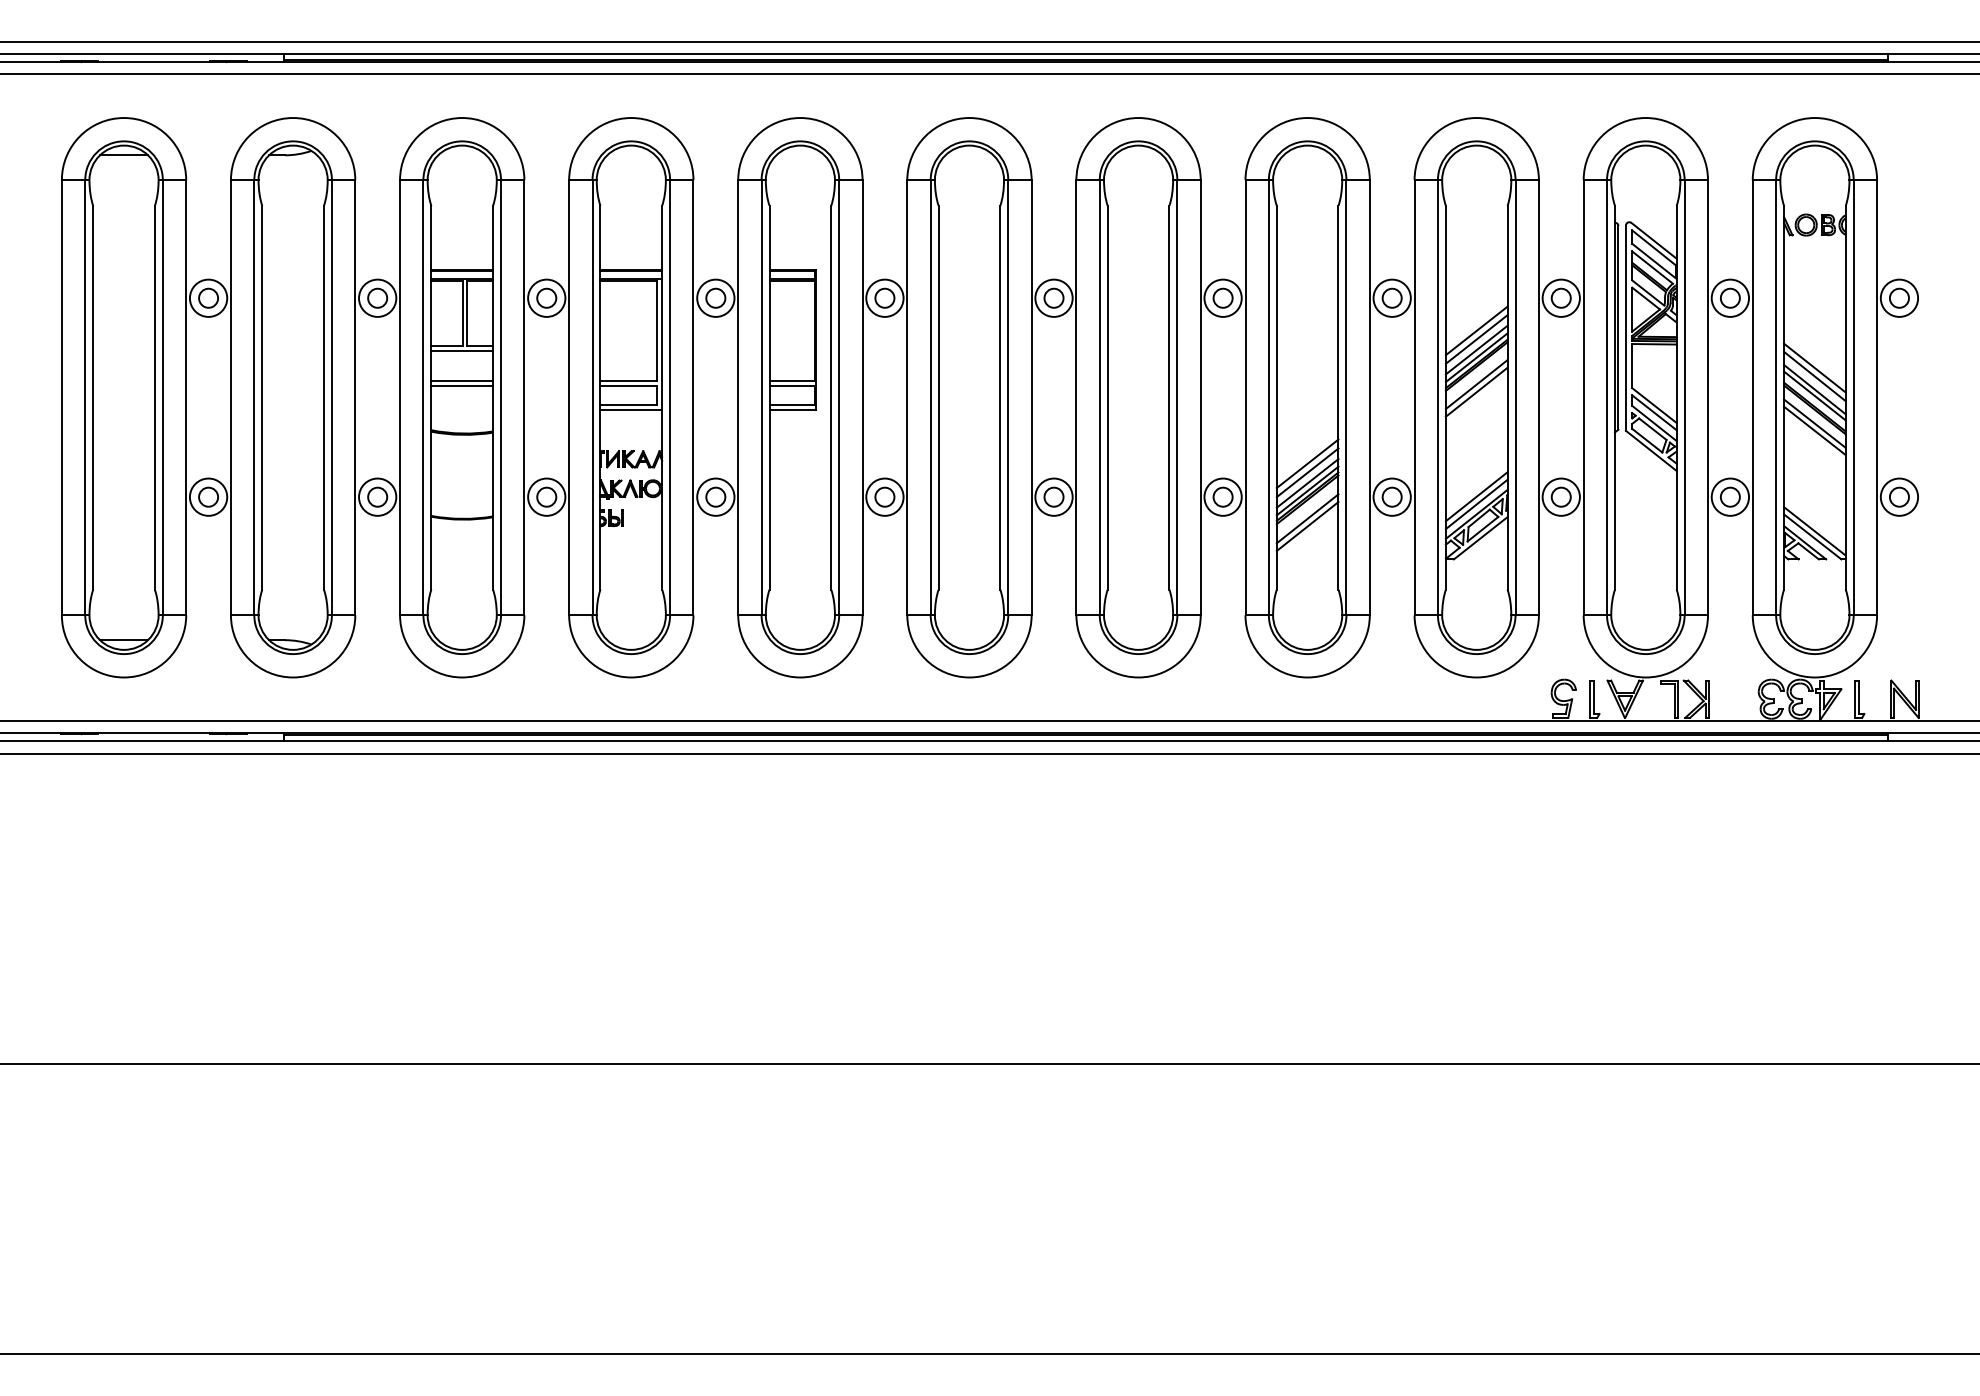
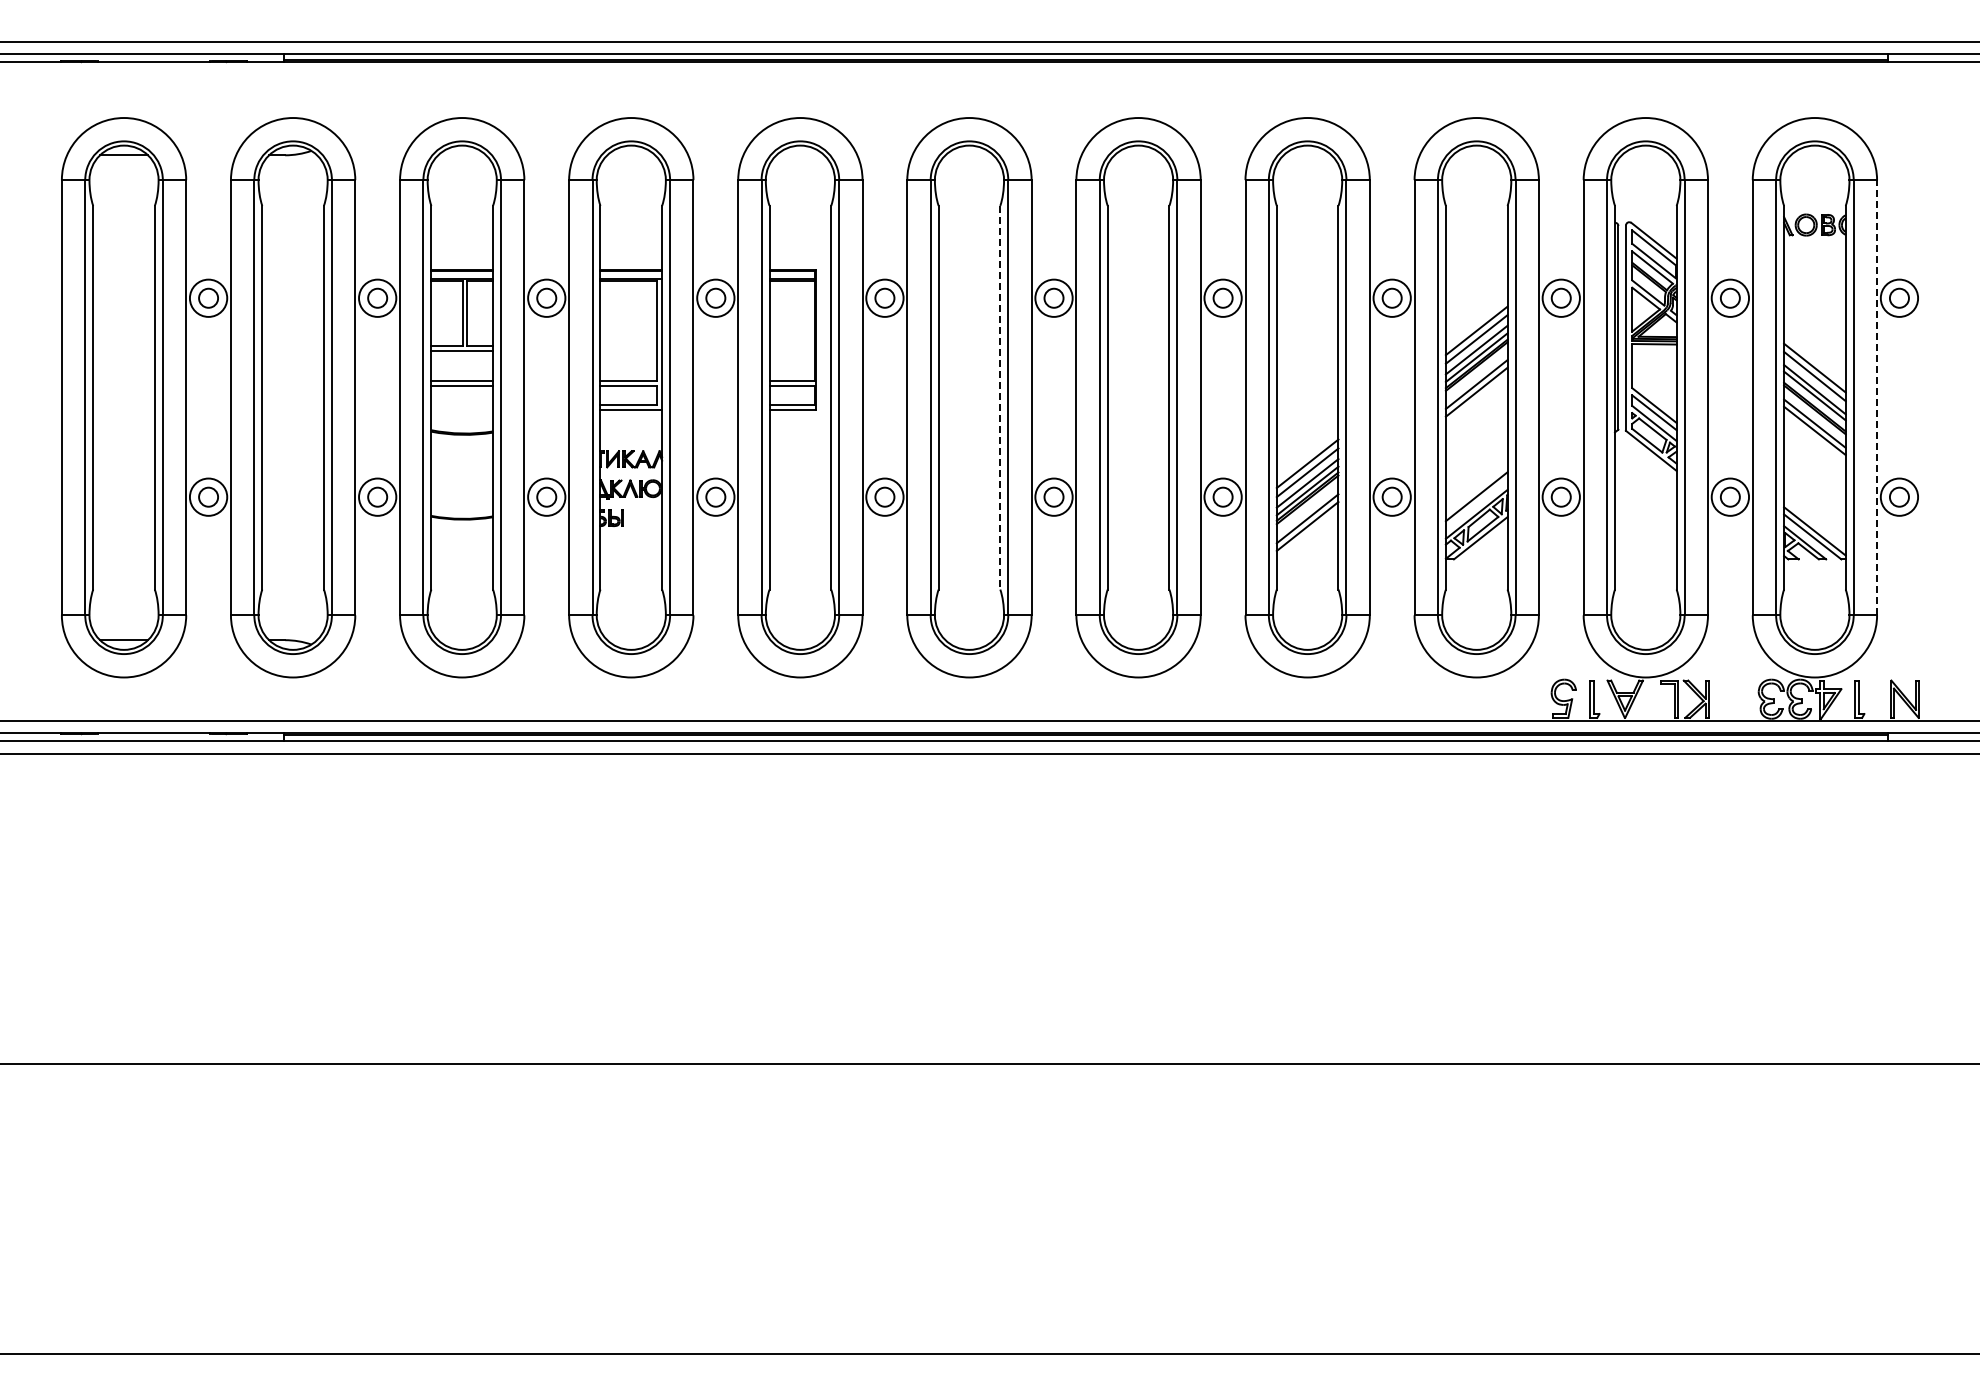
line at (989, 74): present -> none
line at (1000, 397): solid -> dashed
line at (1877, 397): solid -> dashed
line at (1476, 504): present -> none
